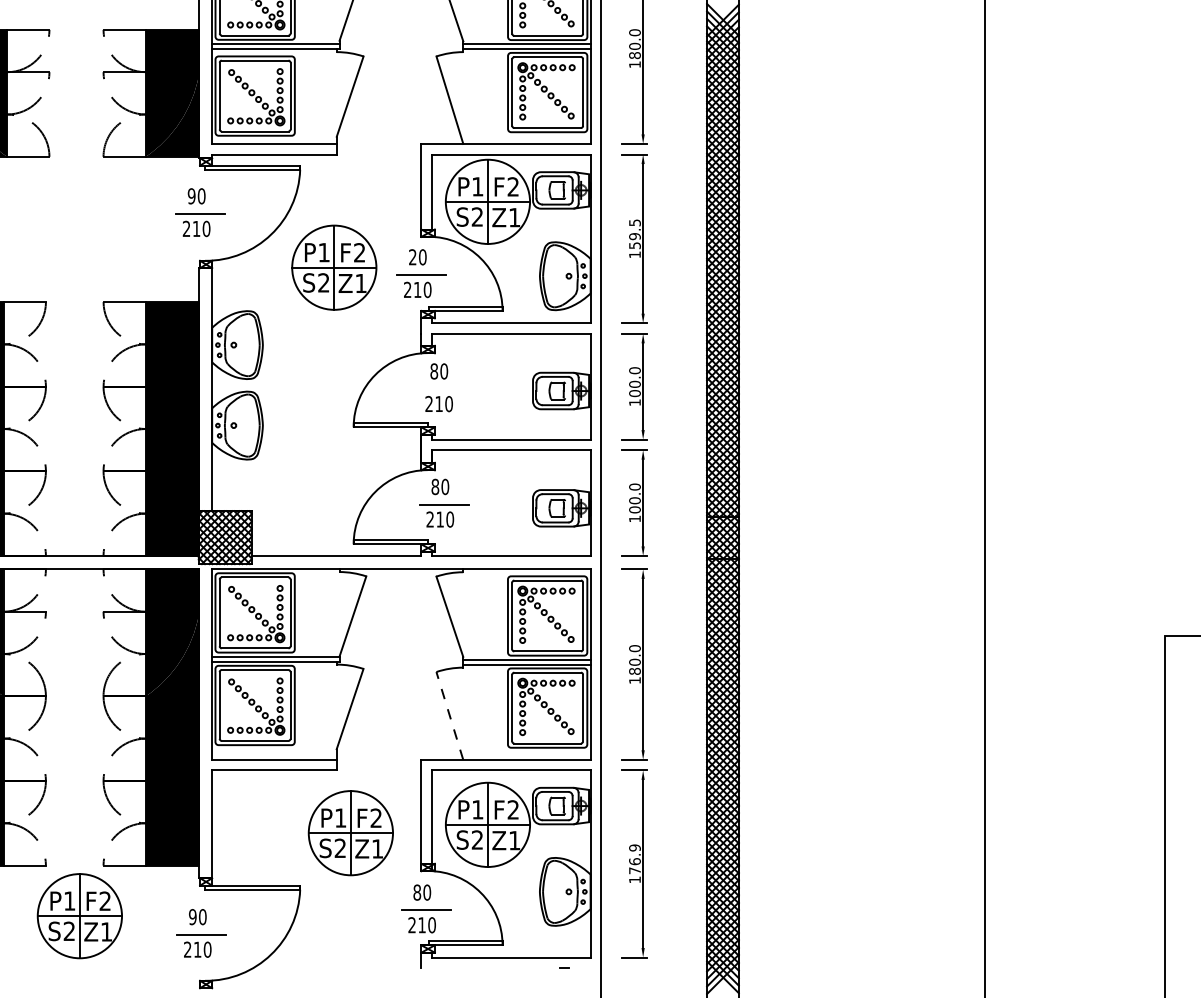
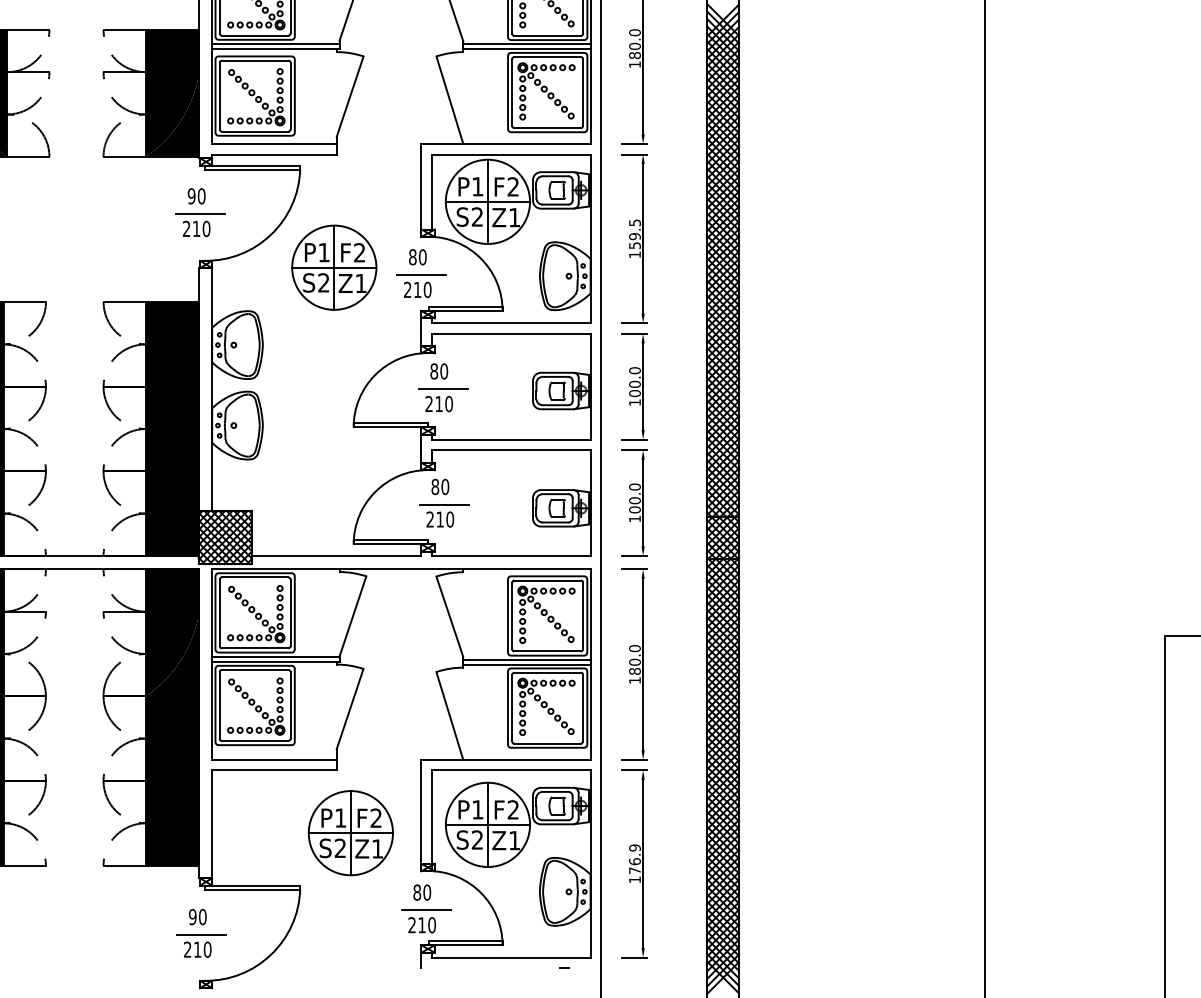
text at (412, 257): 20 -> 80
line at (442, 389): none -> present
line at (449, 715): dashed -> solid
part at (79, 916): present -> none
